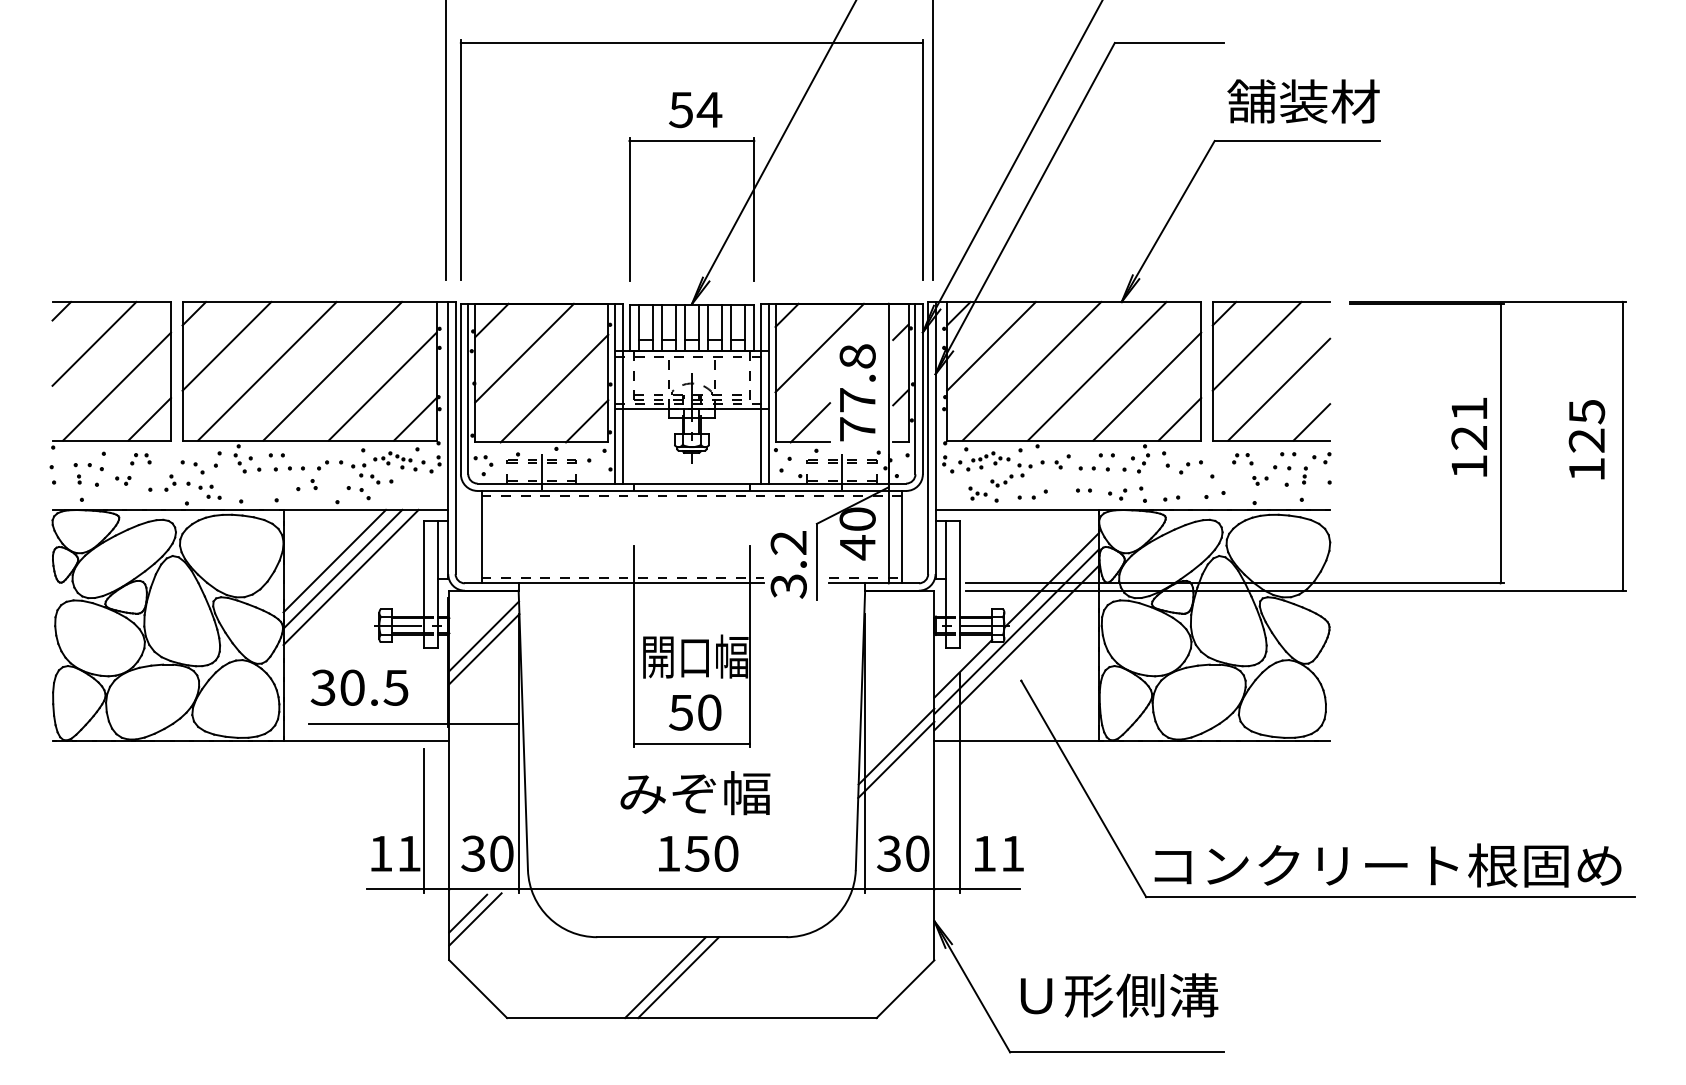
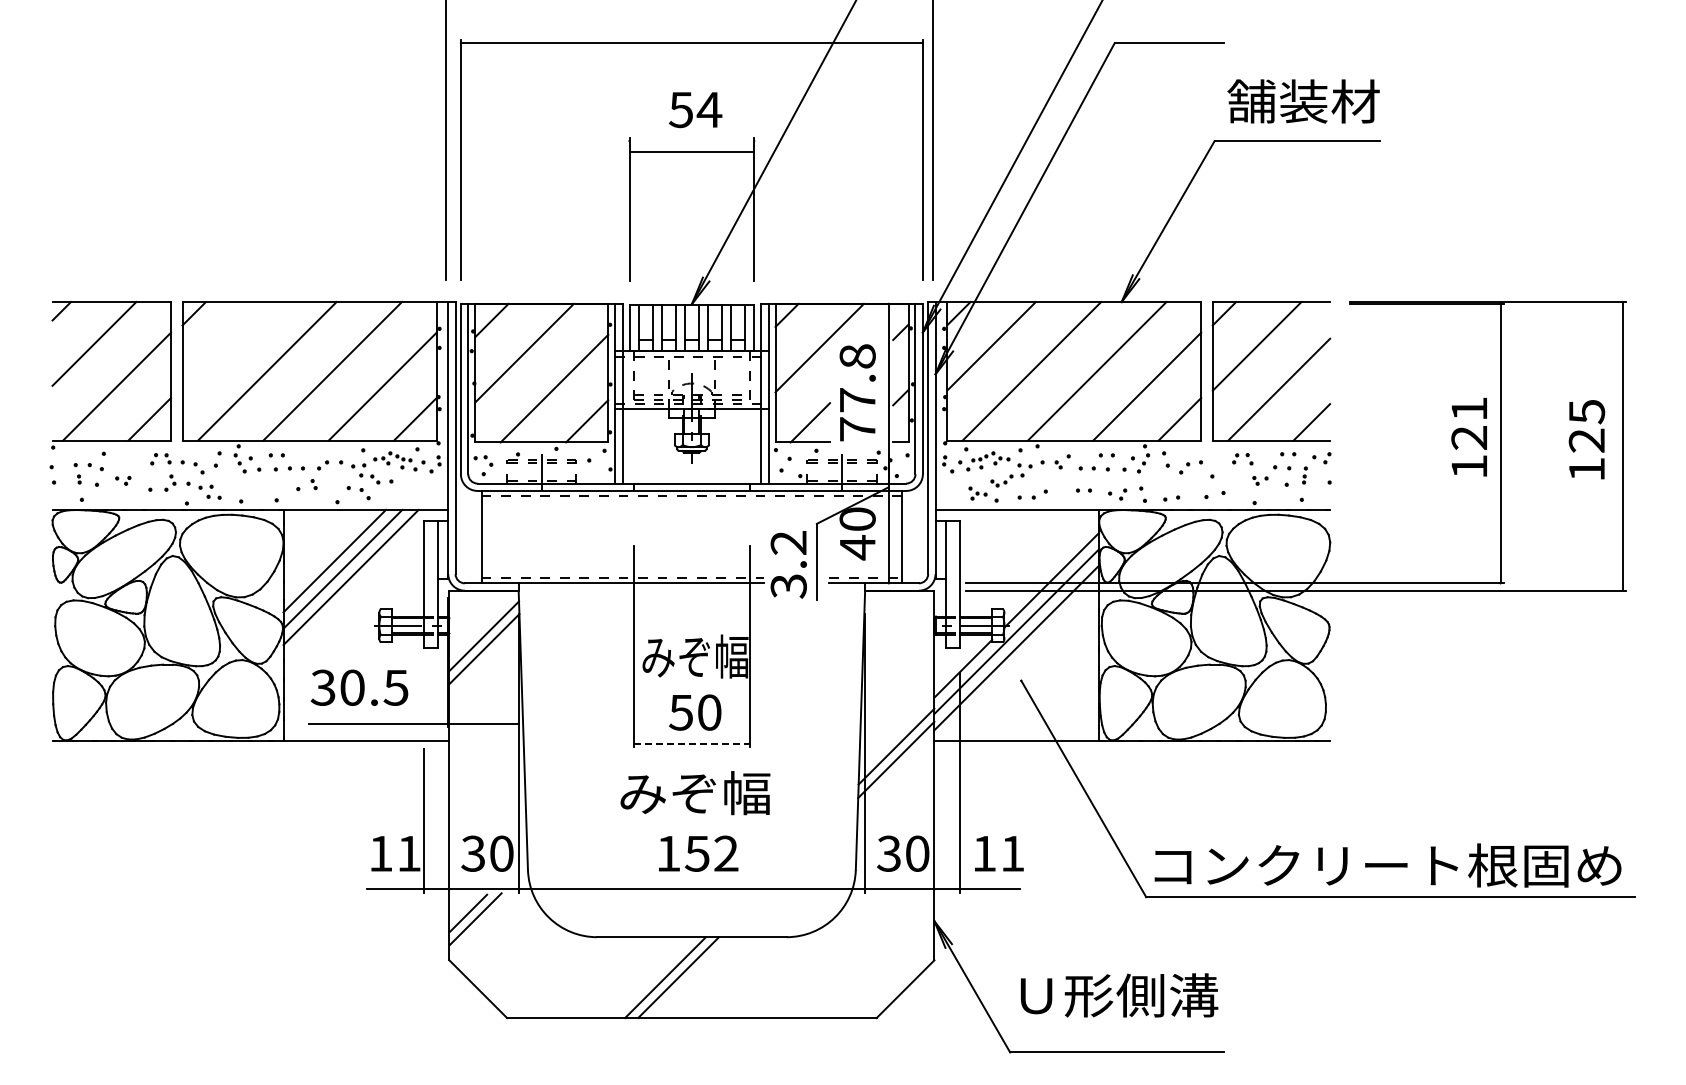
line at (691, 141) position: (691, 141) -> (691, 152)
line at (226, 346): present -> none
part at (140, 459) position: (140, 459) -> (160, 459)
text at (676, 657): 開口幅 -> みぞ幅
line at (691, 743): solid -> dashed
text at (726, 853): 150 -> 152
